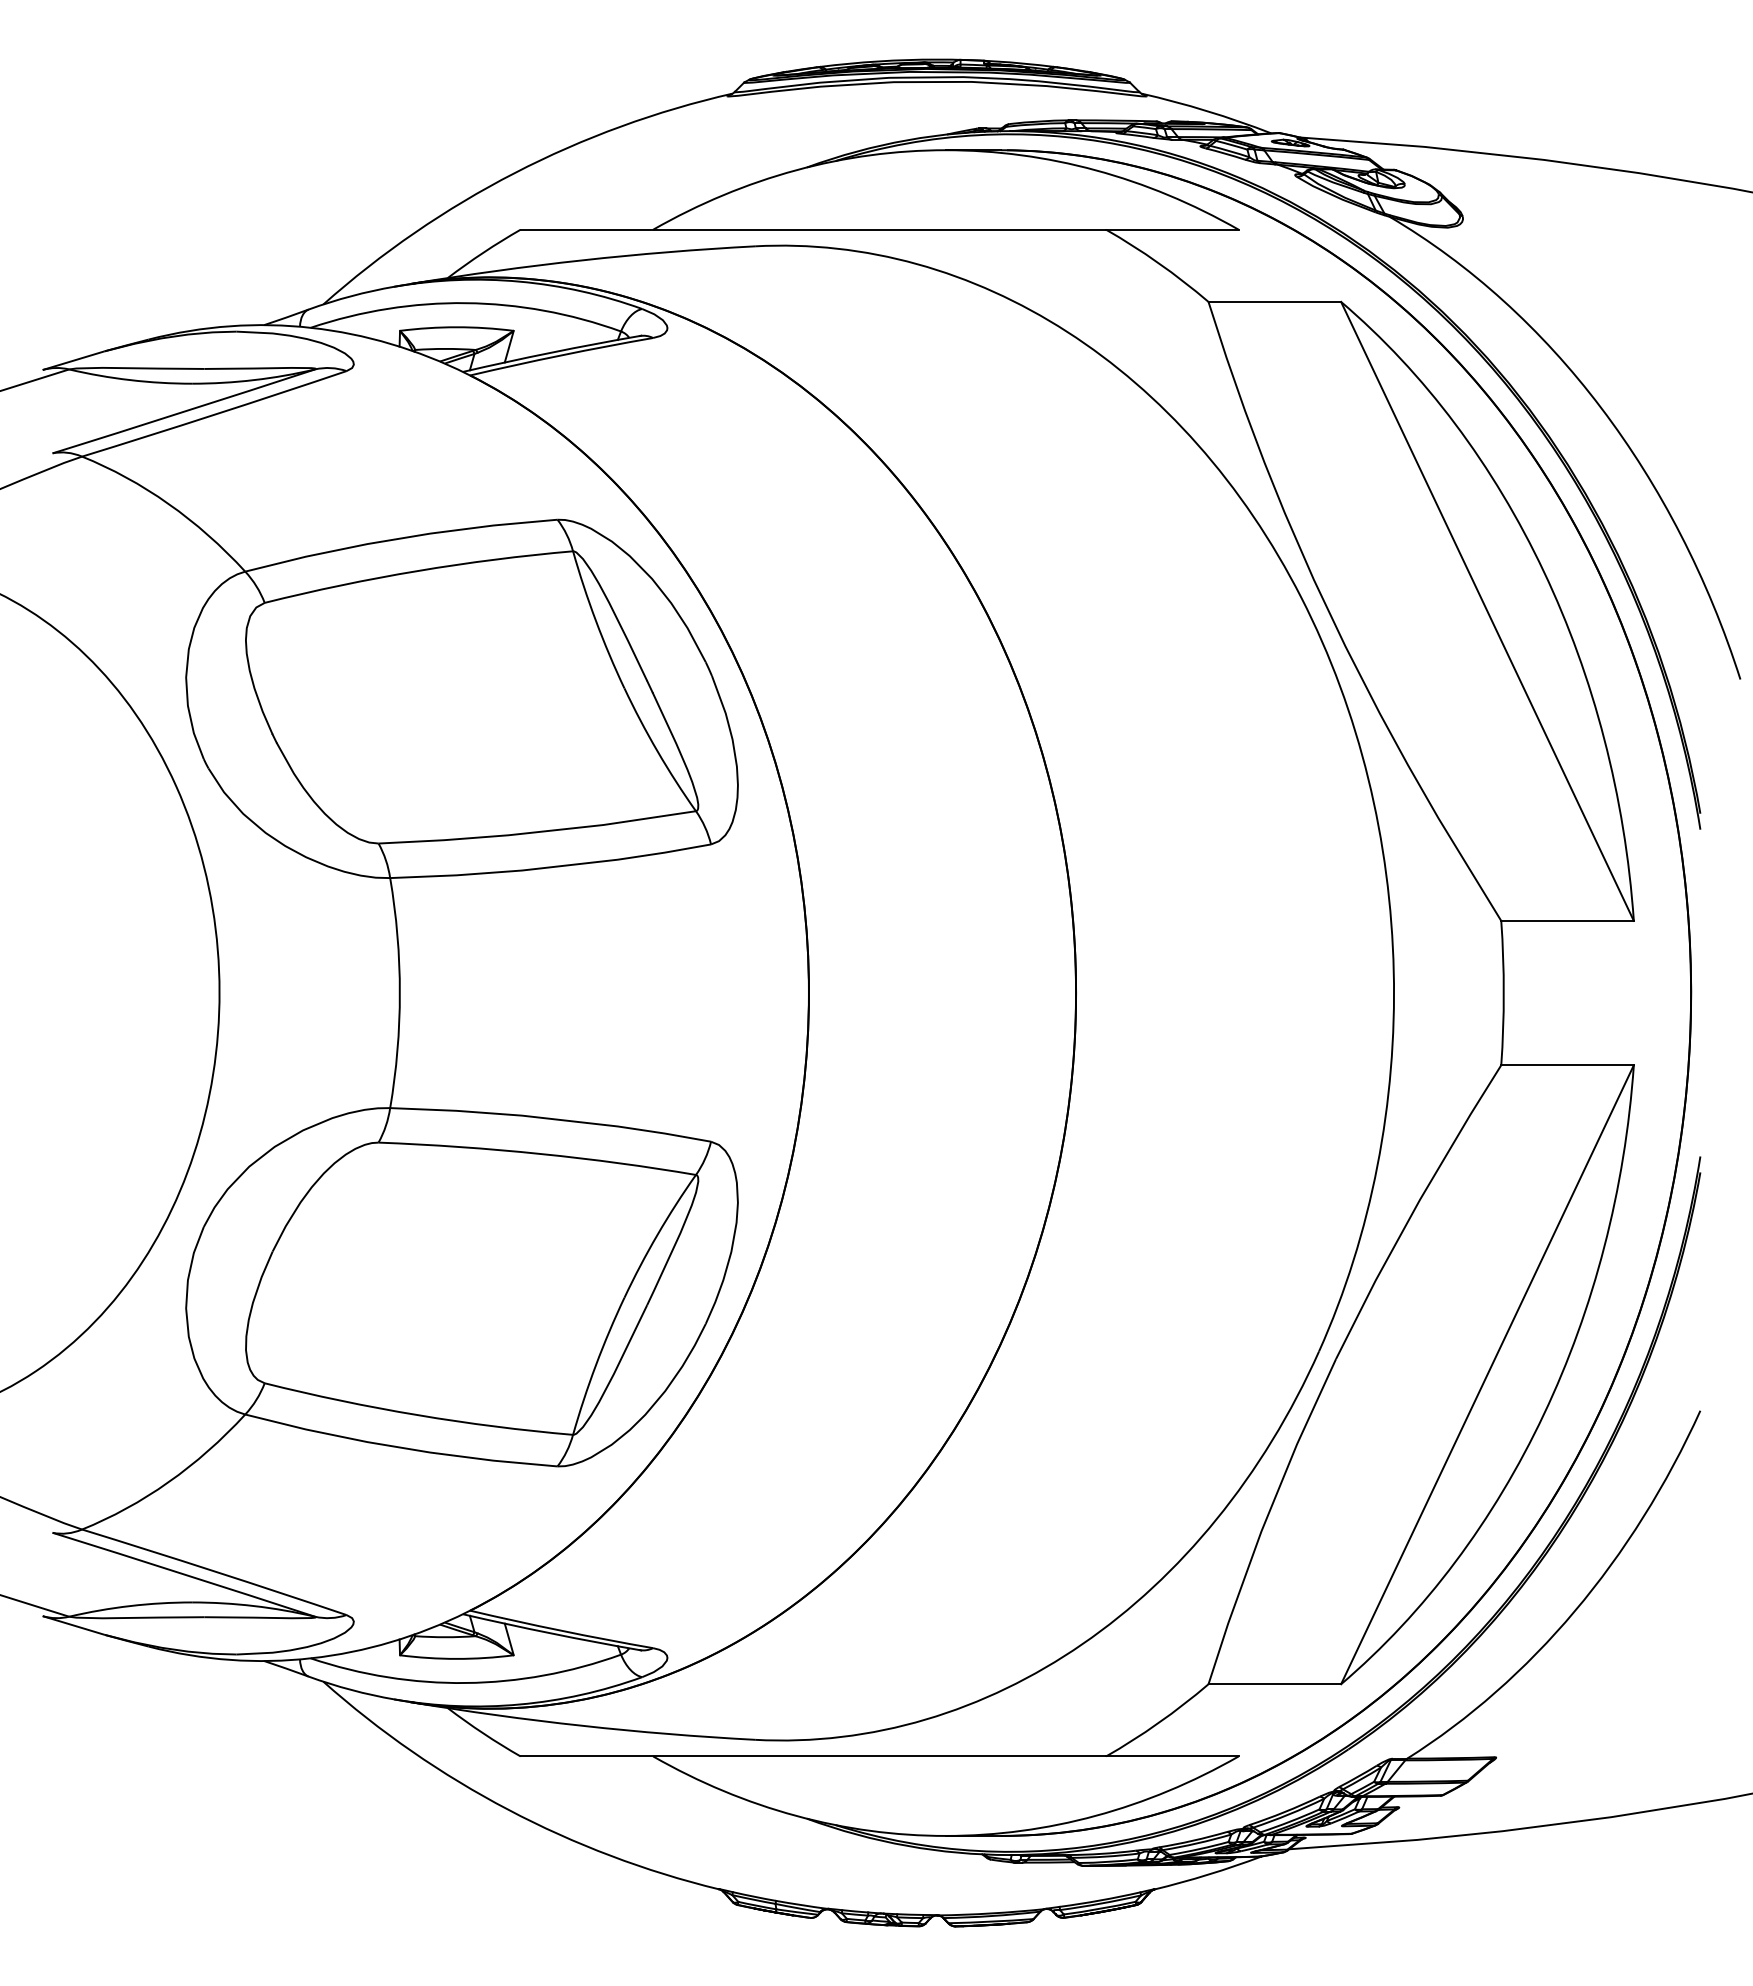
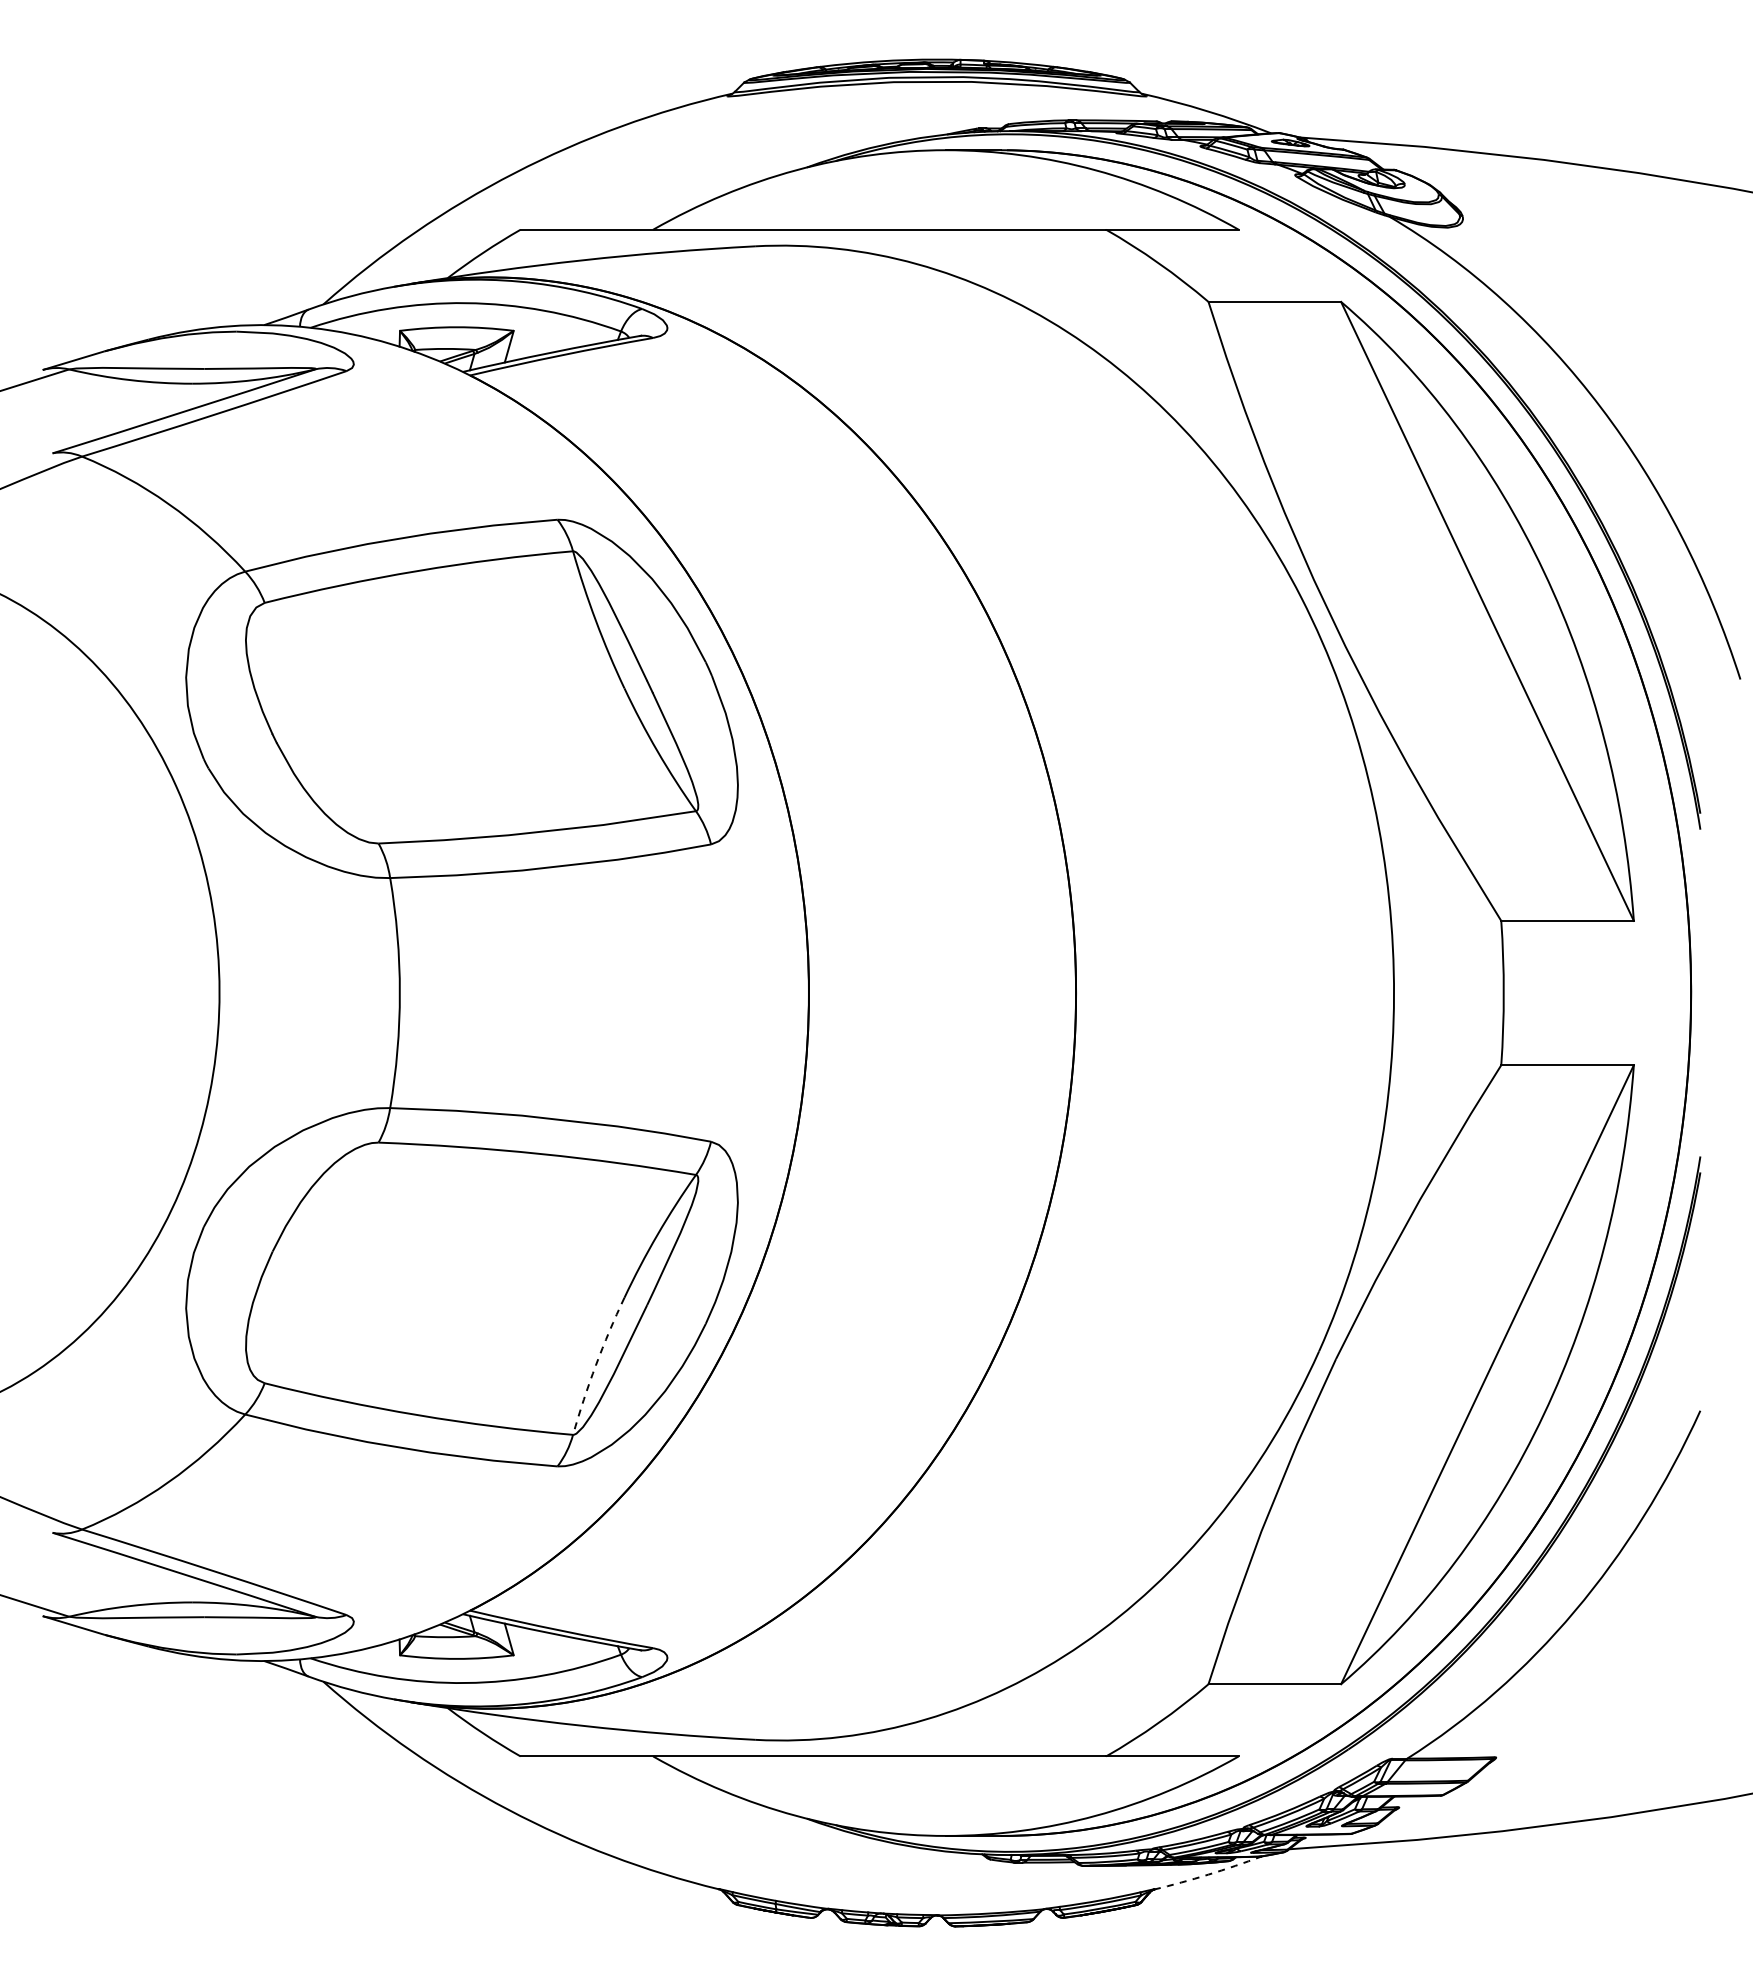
arc at (595, 1365): solid -> dashed
arc at (1208, 1874): solid -> dashed
